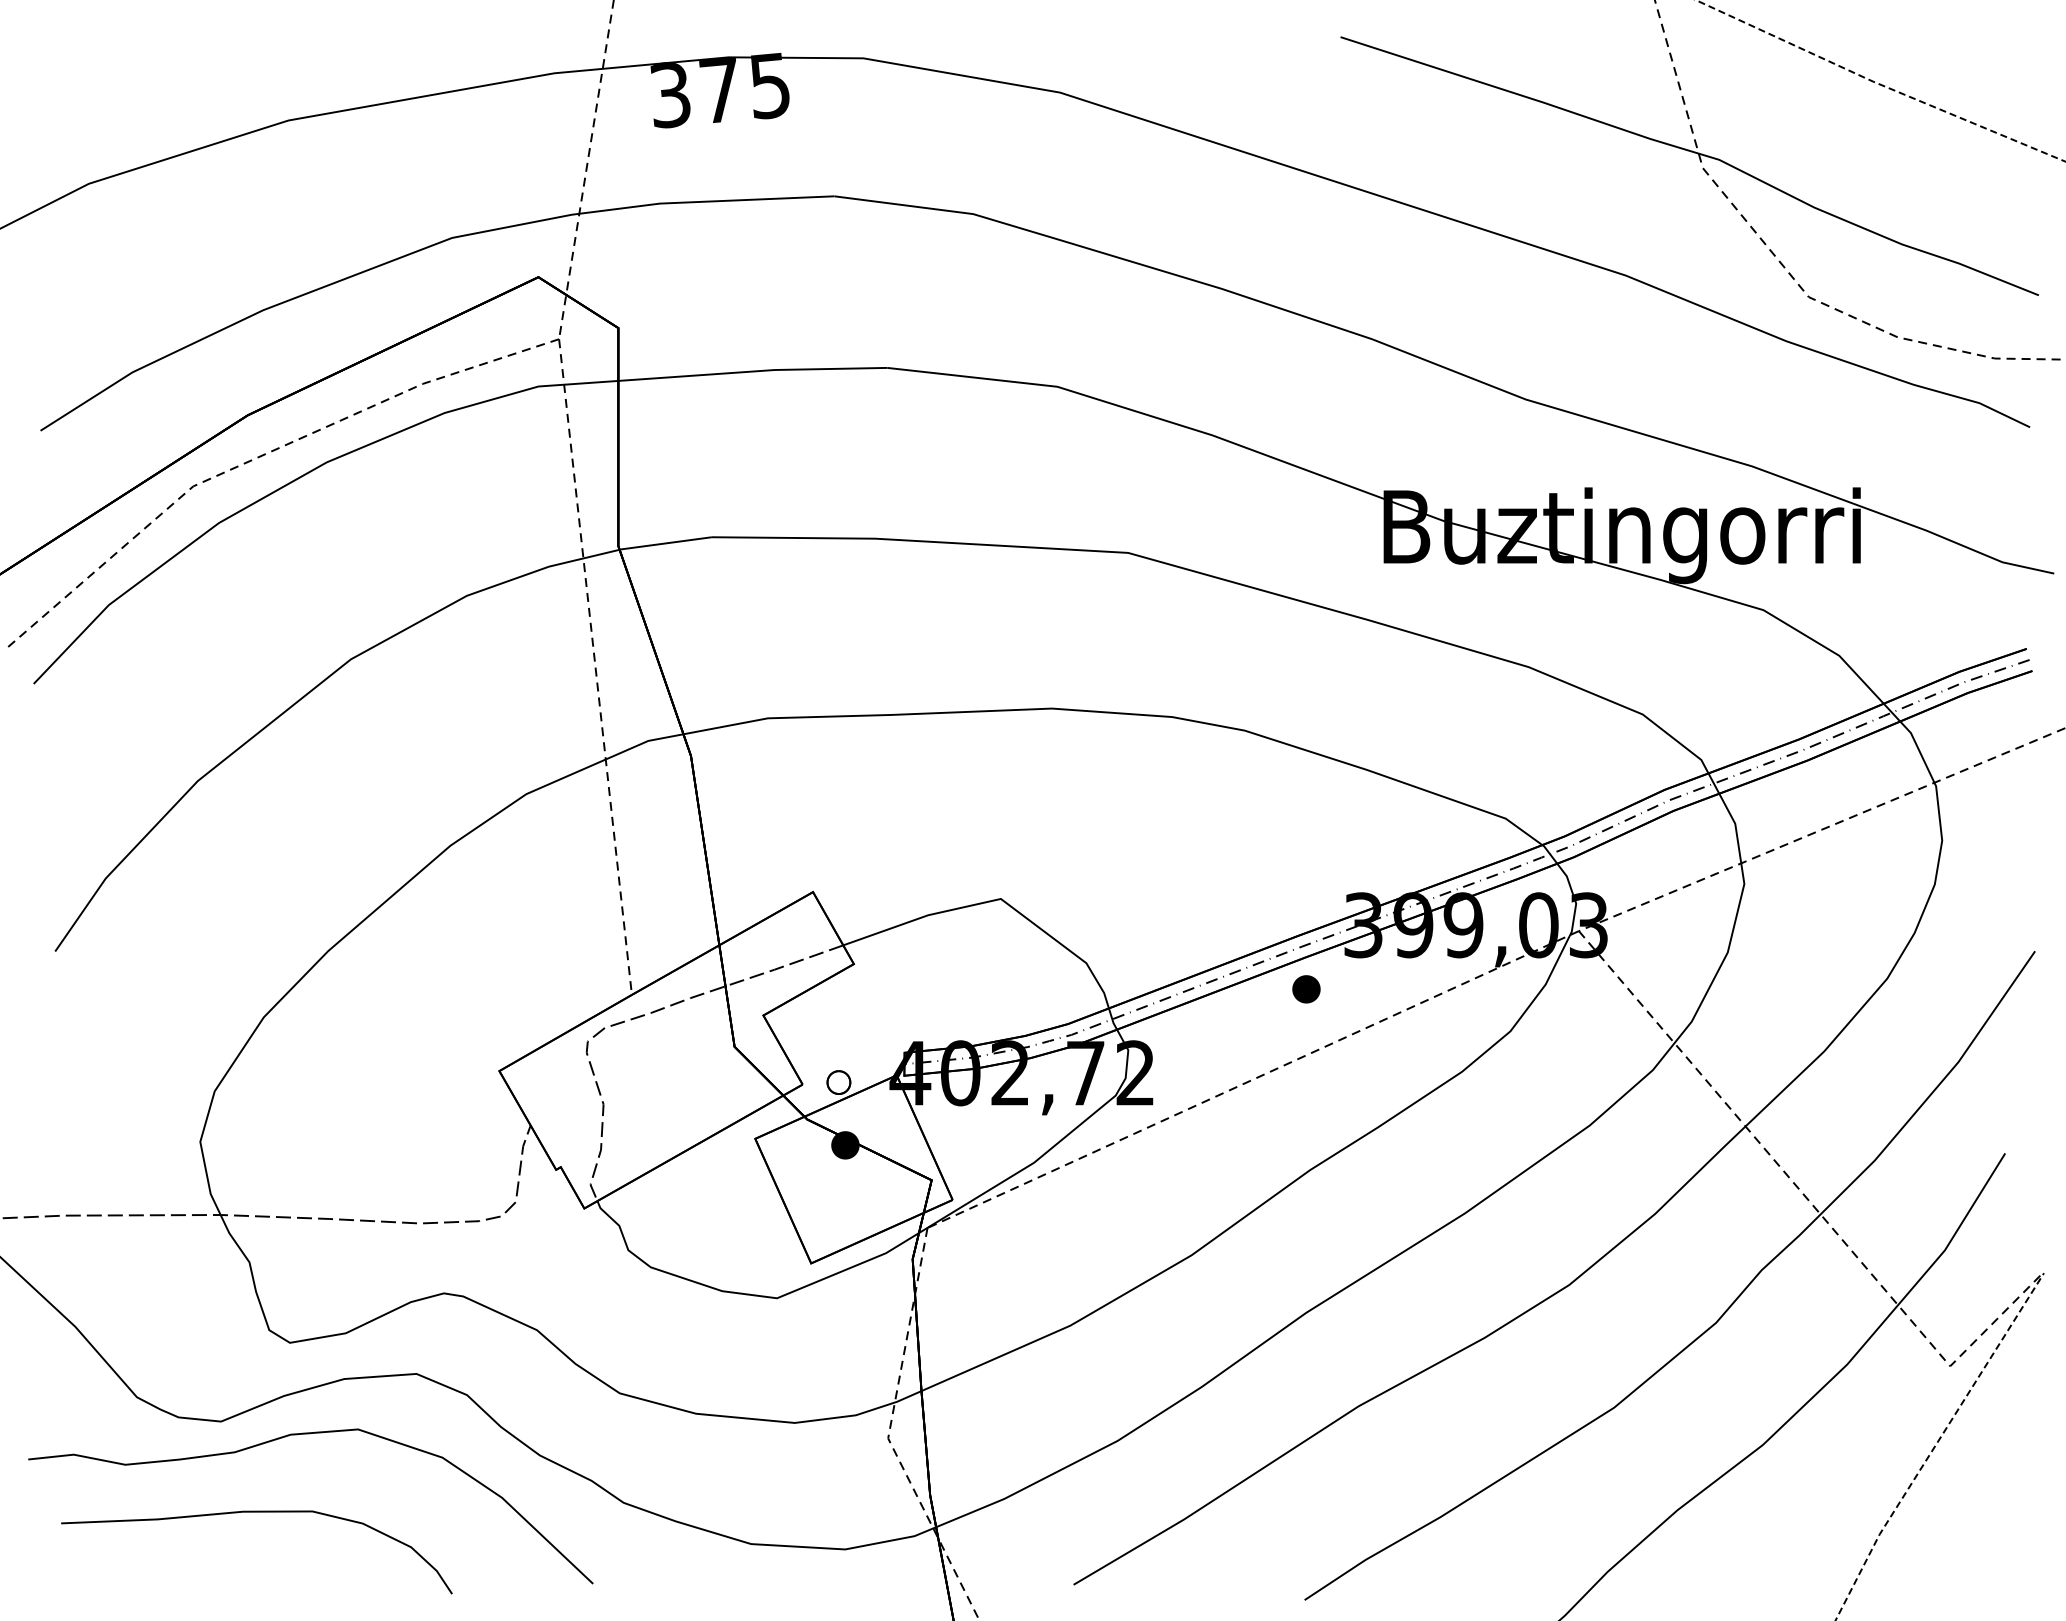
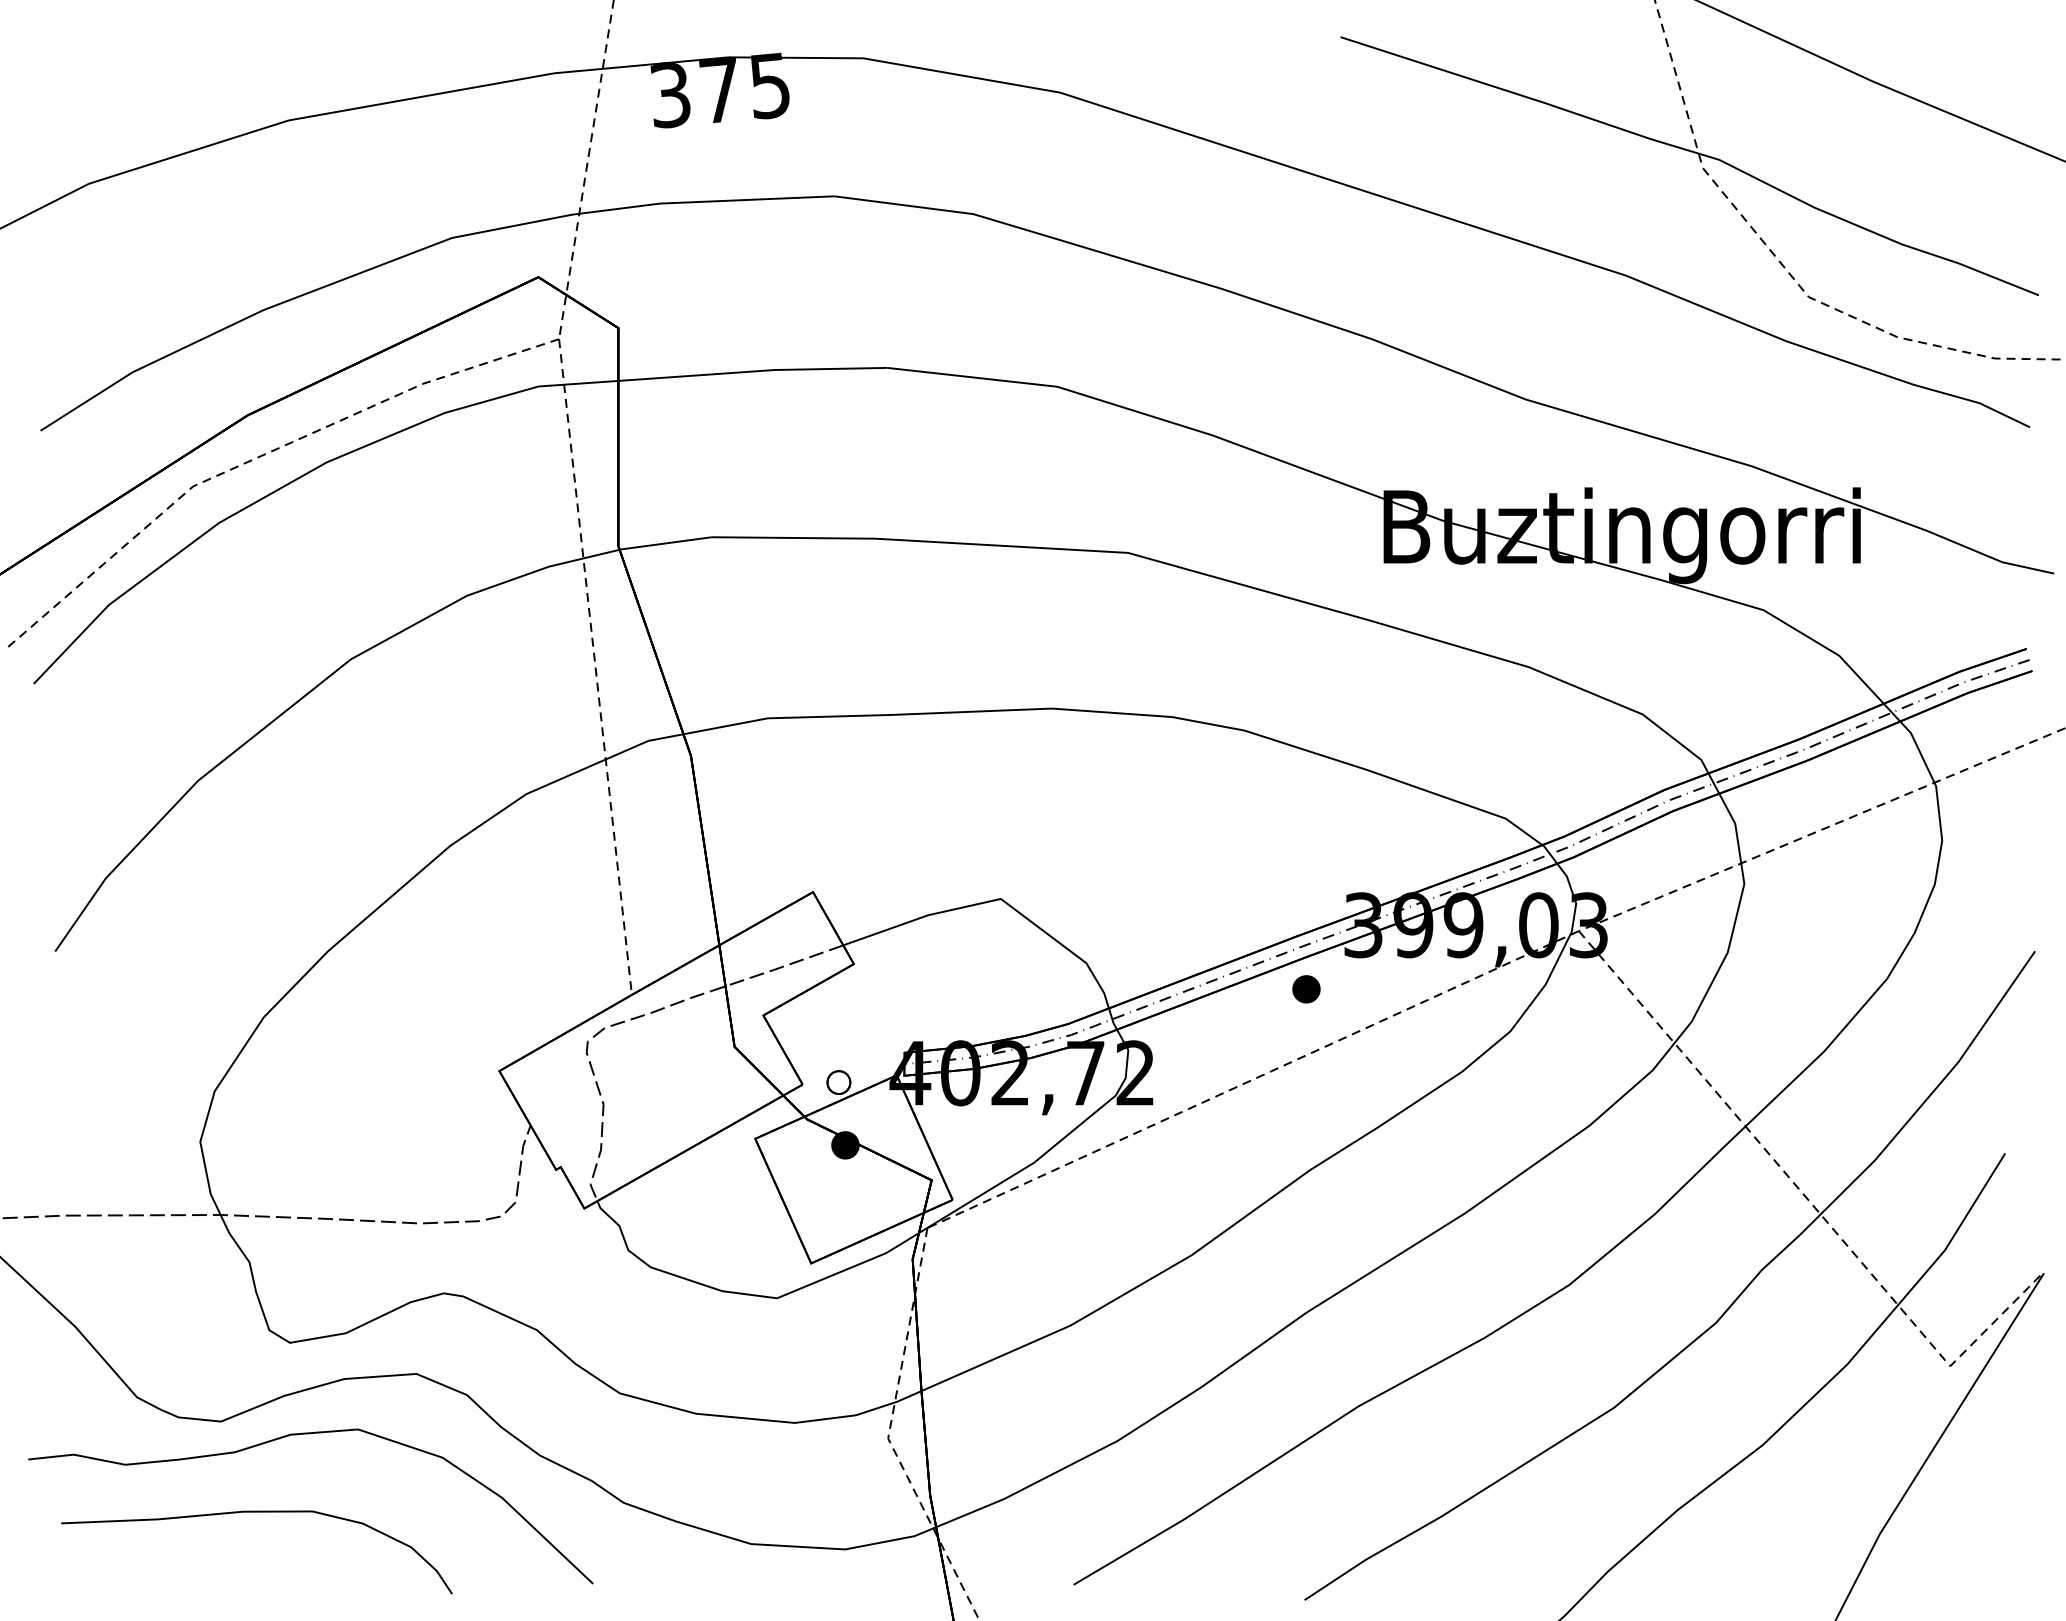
line at (1878, 83): dashed -> solid
line at (1936, 1444): dashed -> solid
